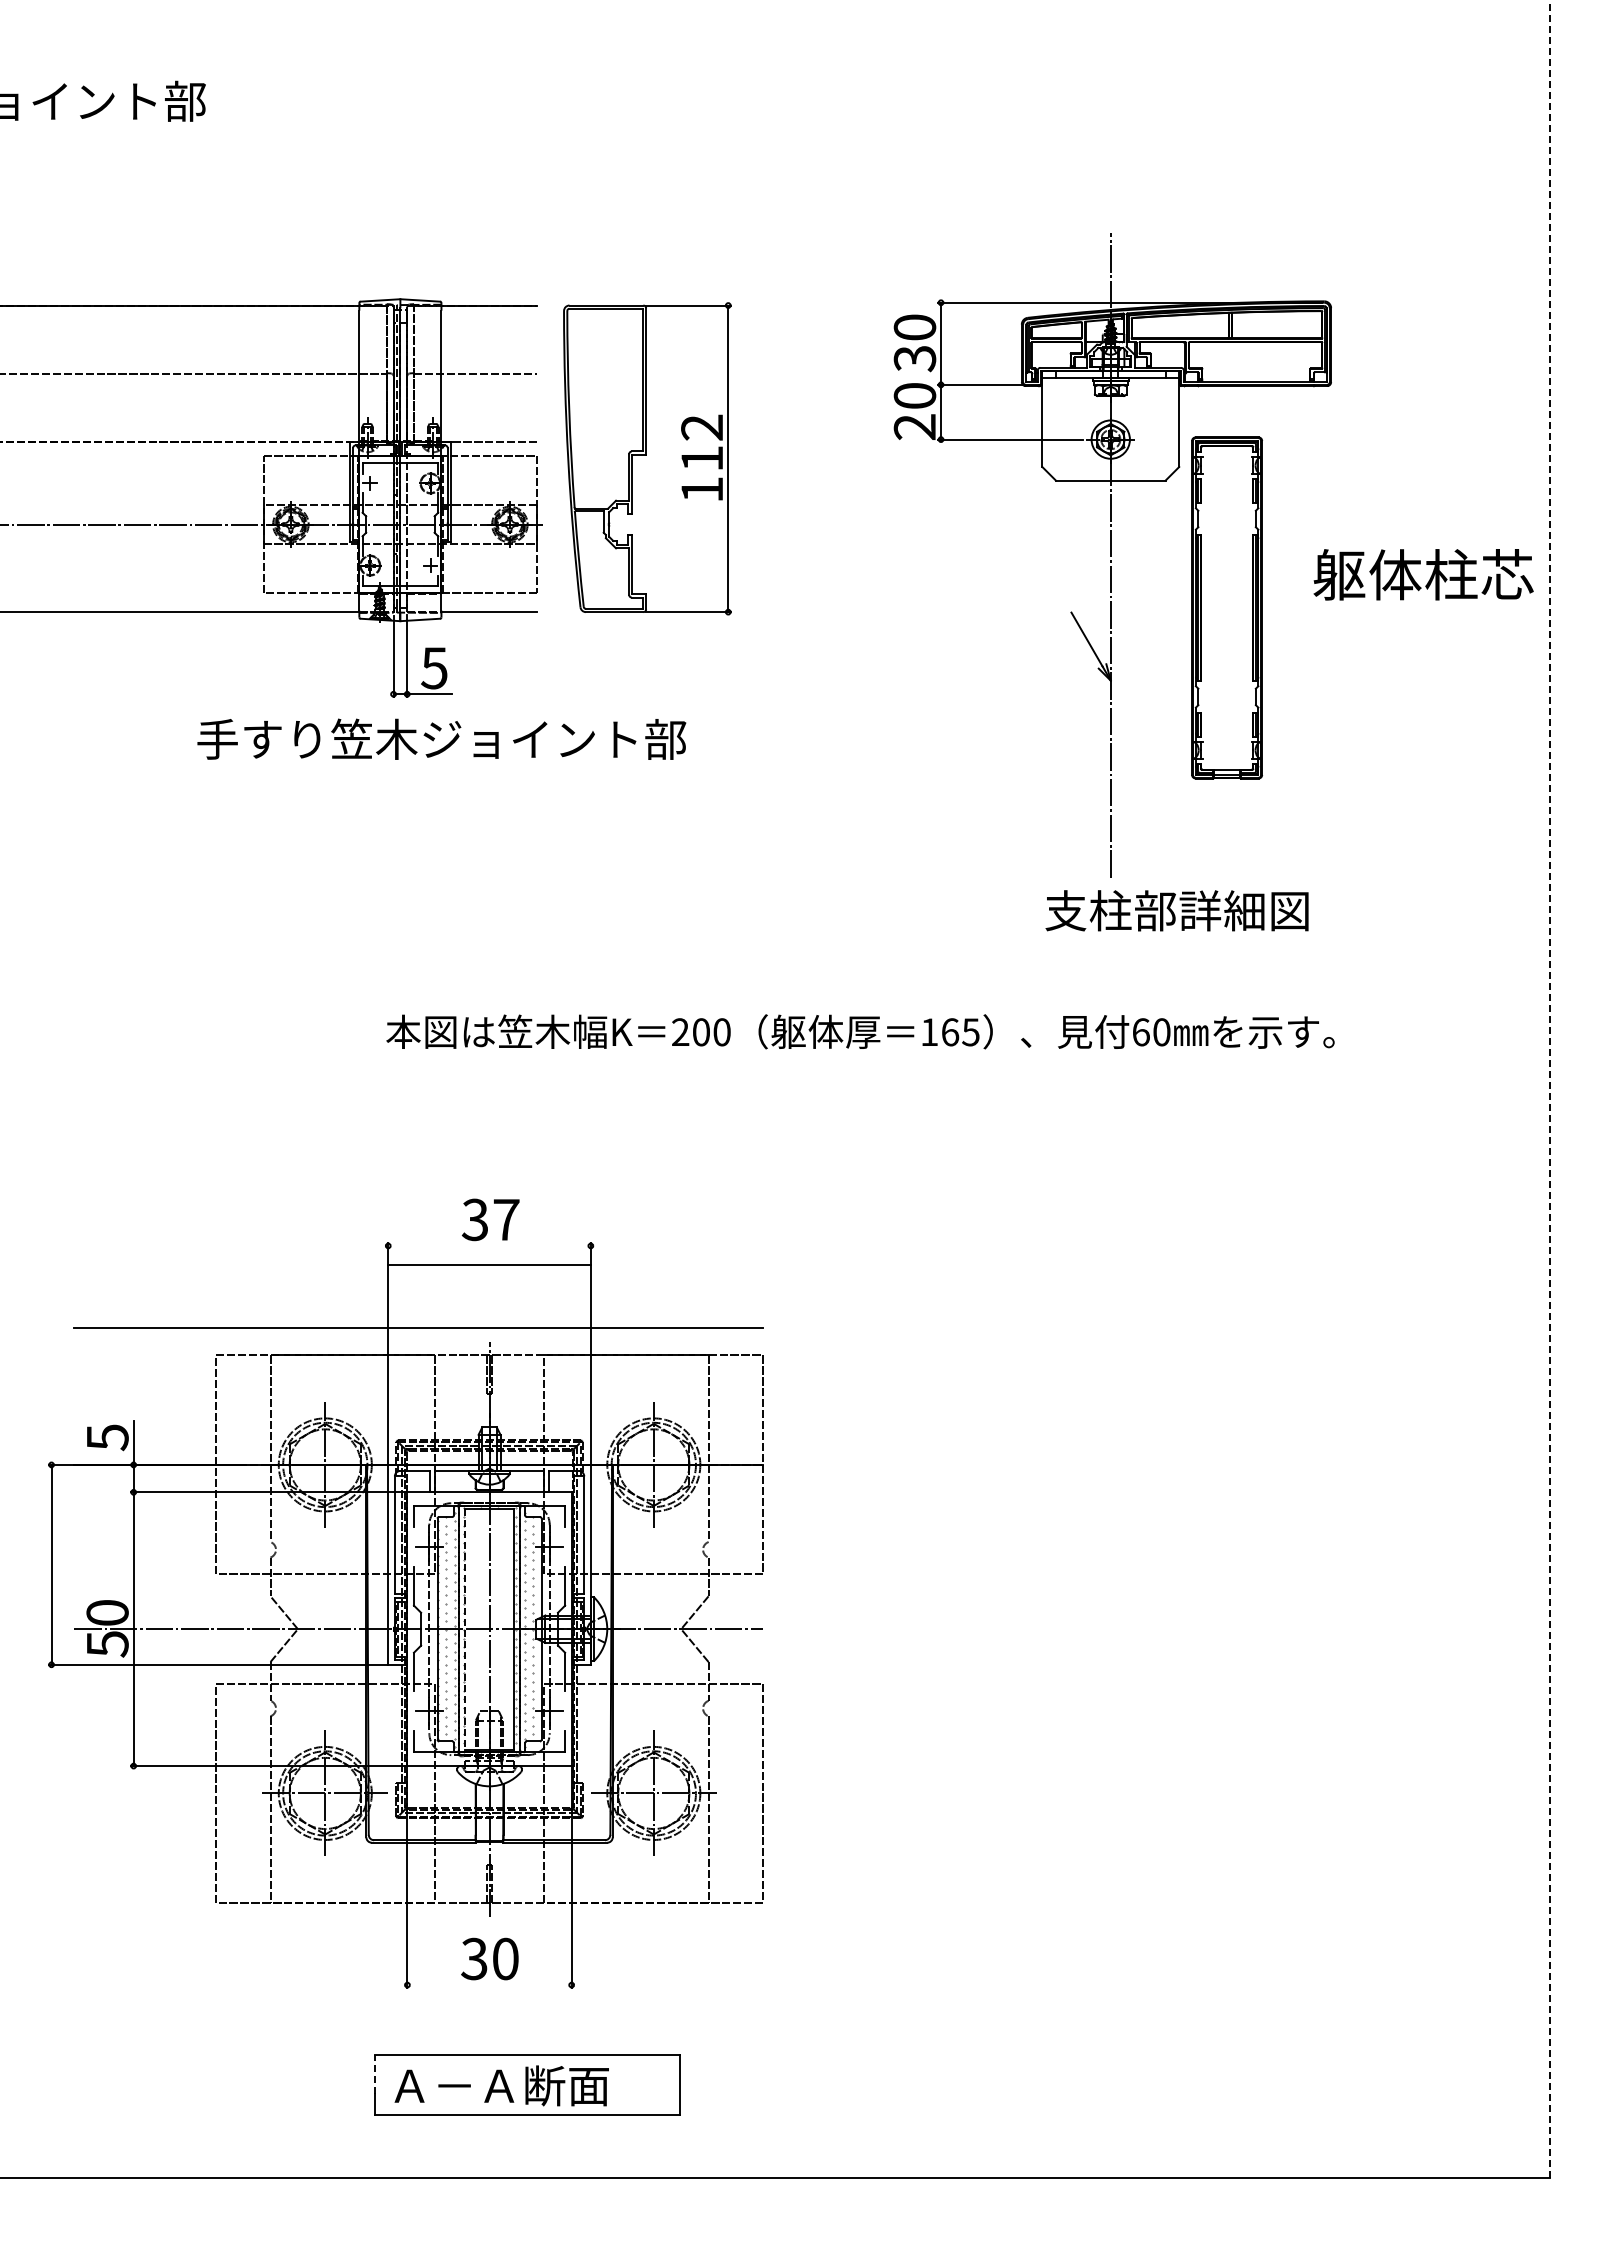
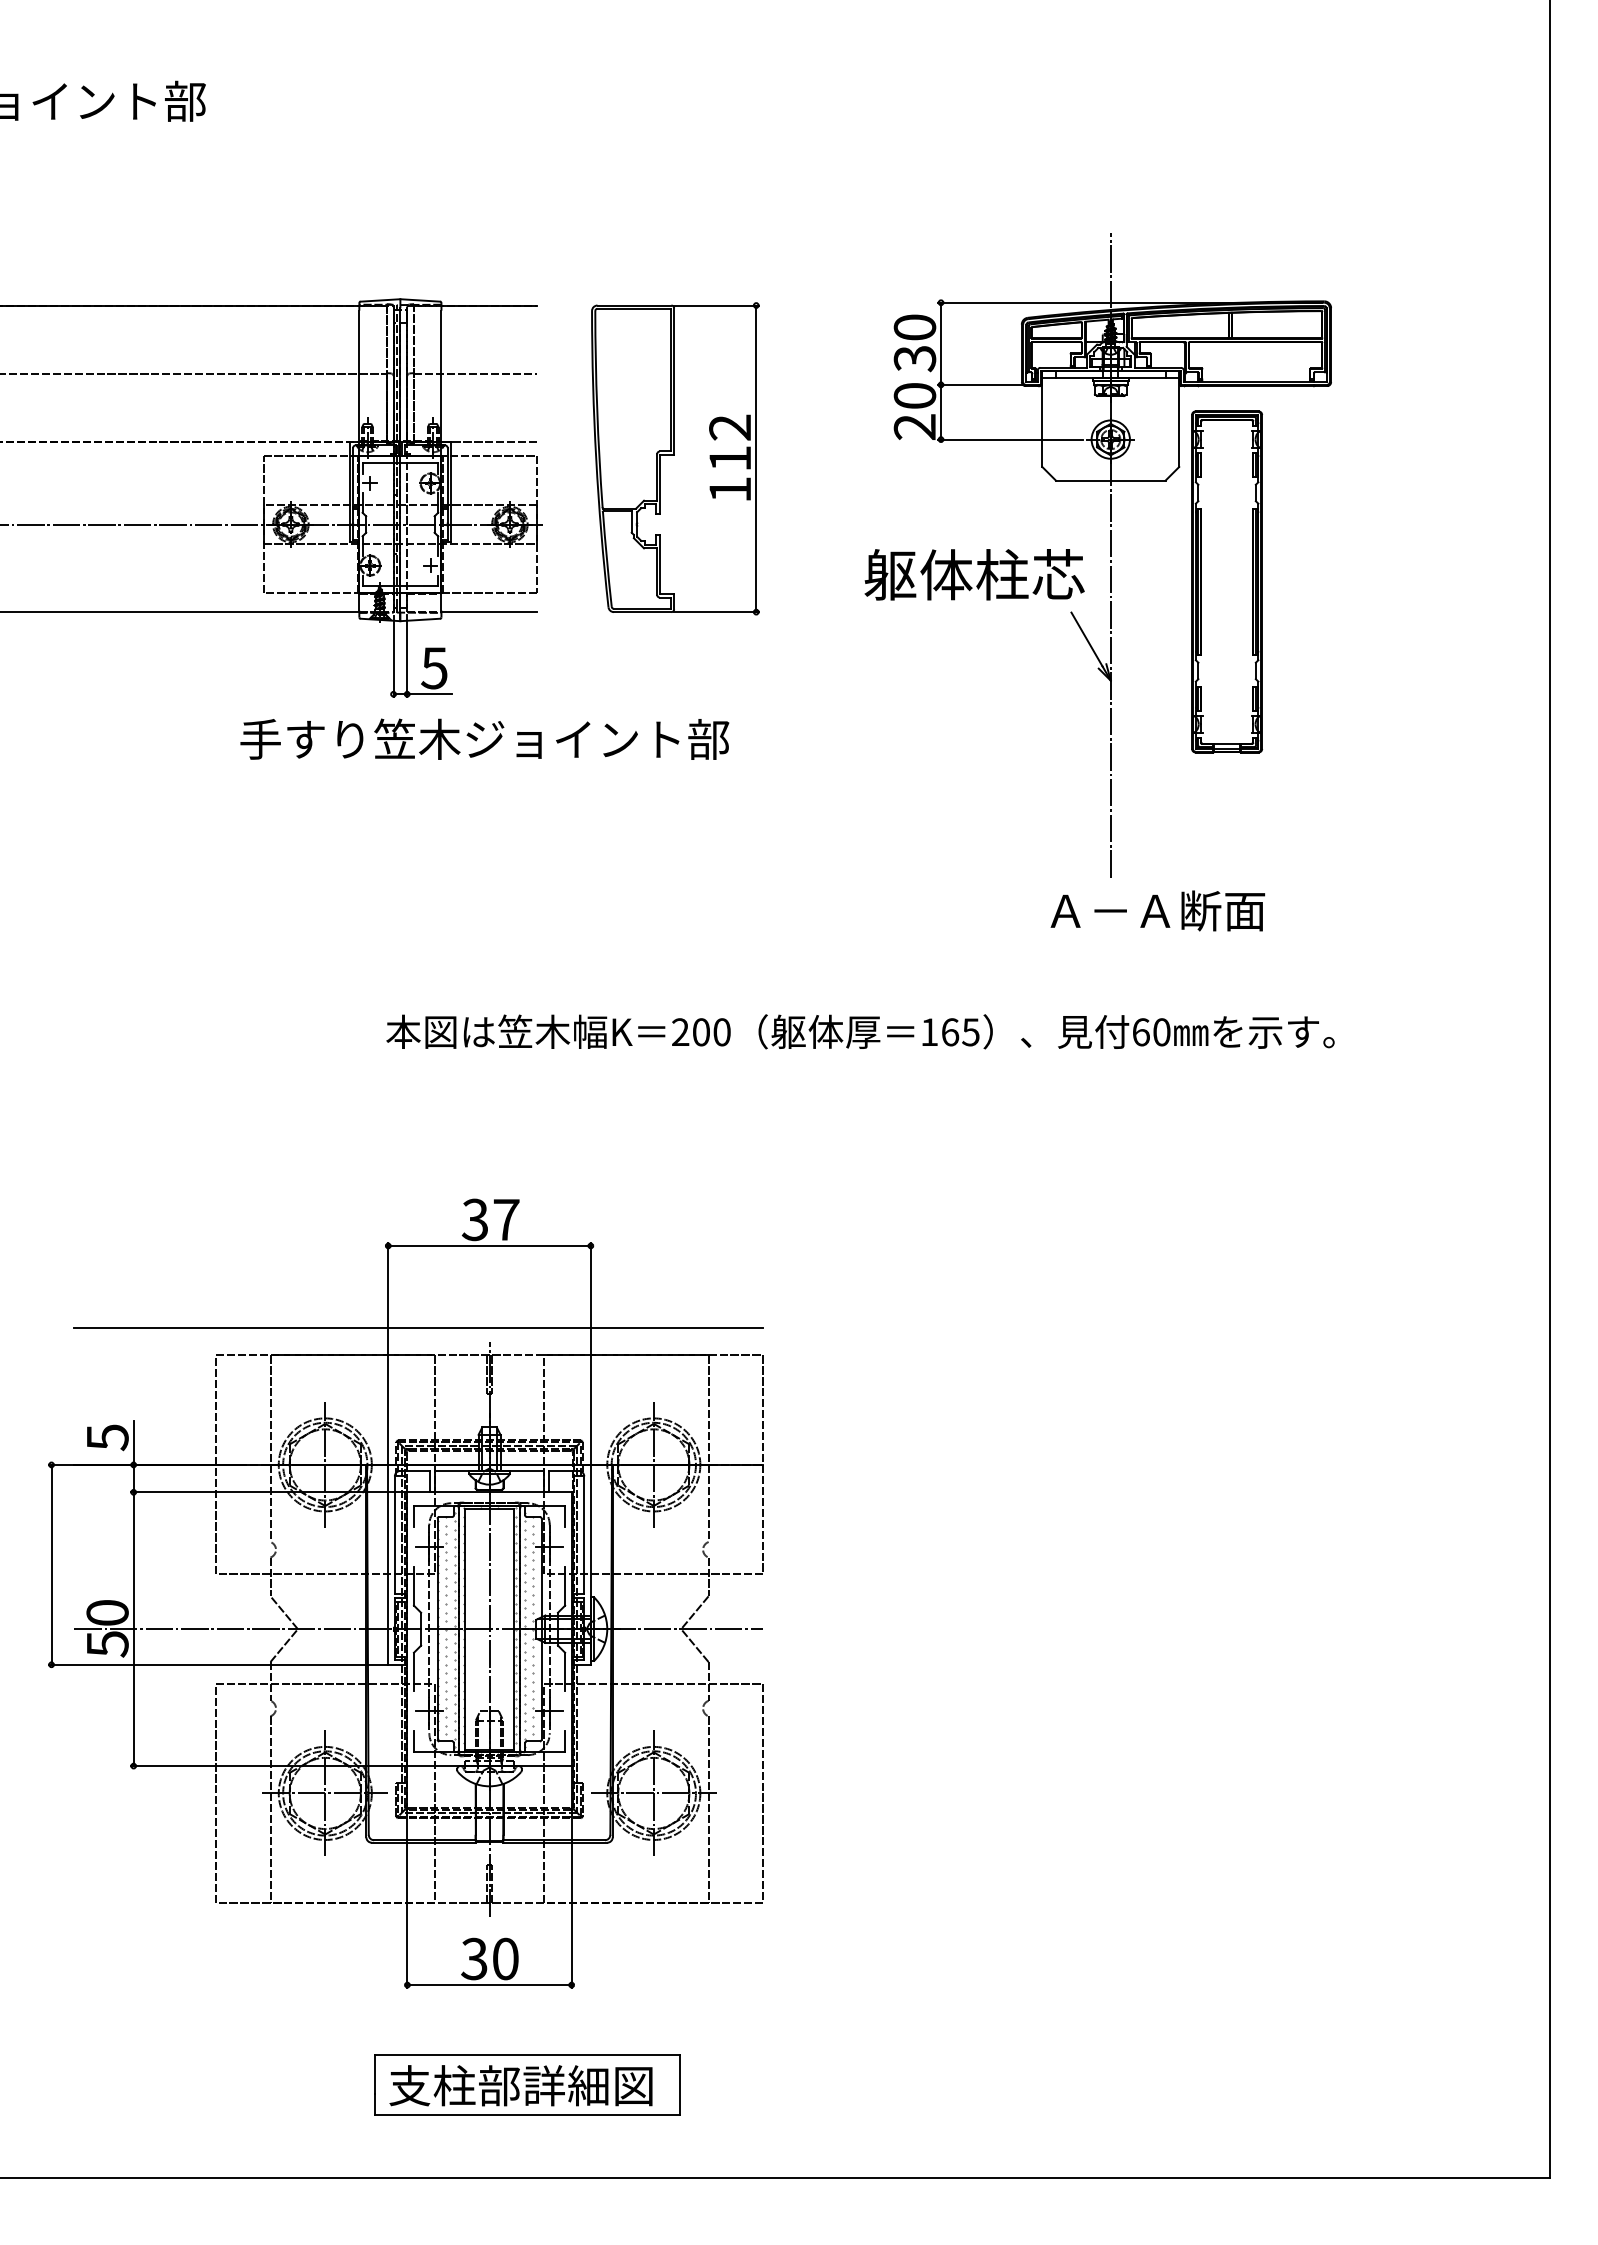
part at (647, 458) position: (647, 458) -> (675, 458)
text at (1423, 574) position: (1423, 574) -> (974, 574)
part at (1226, 607) position: (1226, 607) -> (1226, 581)
text at (441, 738) position: (441, 738) -> (484, 738)
text at (1176, 910): 支柱部詳細図 -> Ａ－Ａ断面
line at (1550, 1088): dashed -> solid
line at (489, 1264) position: (489, 1264) -> (489, 1245)
line at (464, 1629): dashed -> solid
line at (489, 1985): none -> present
line at (375, 2073): dashed -> solid
text at (520, 2085): Ａ－Ａ断面 -> 支柱部詳細図
